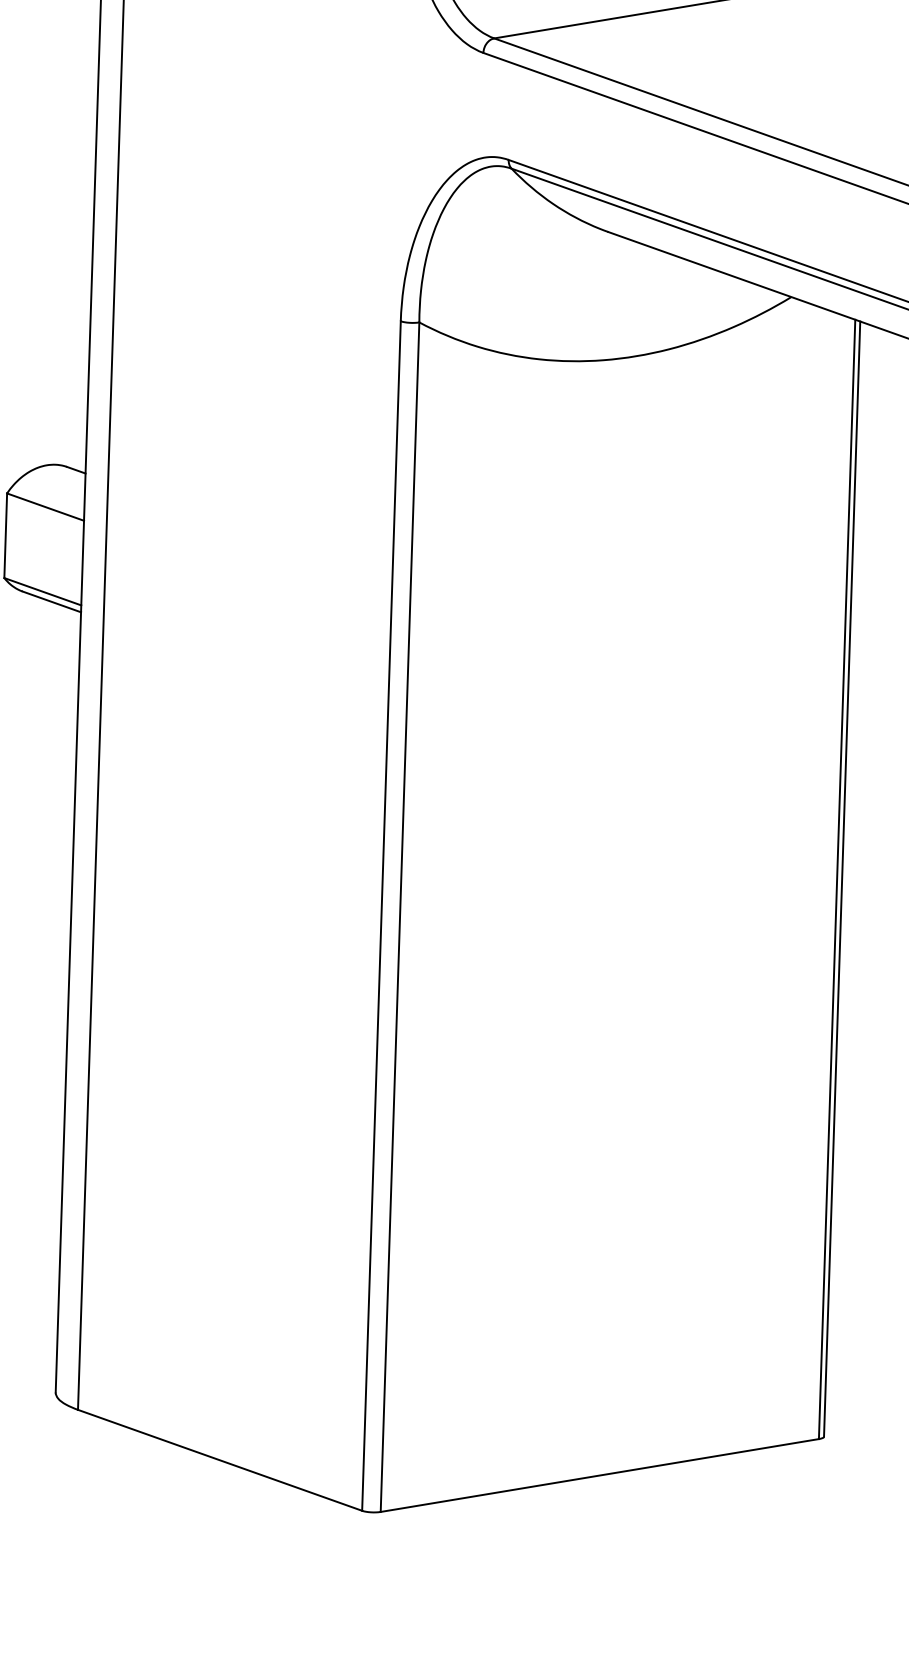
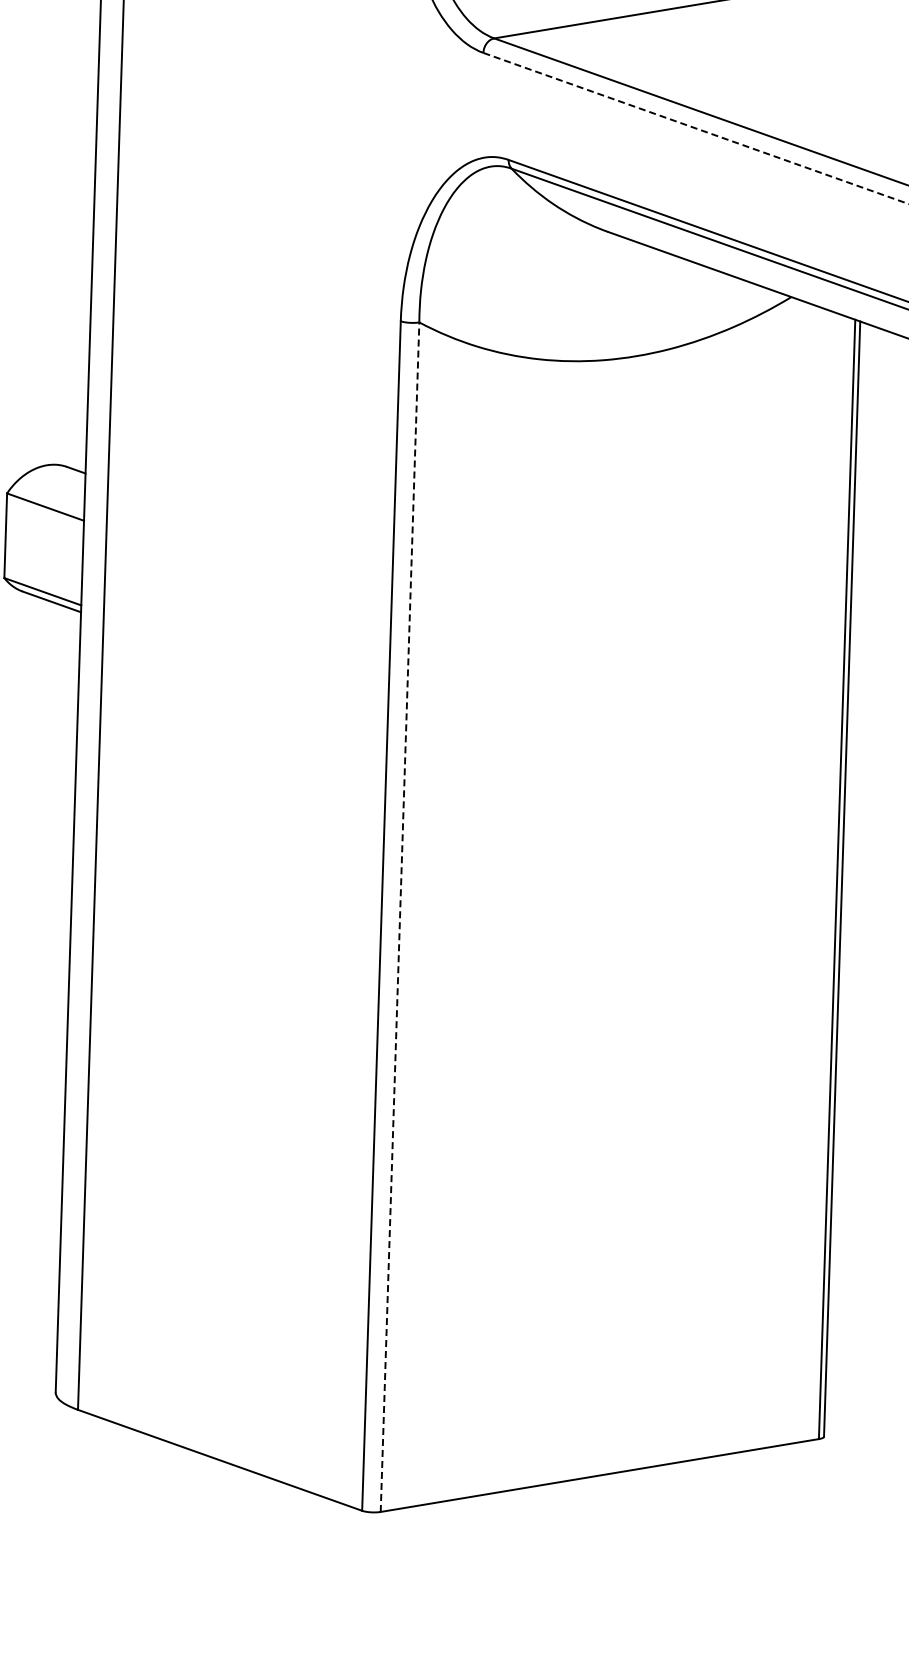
line at (696, 128): solid -> dashed
line at (400, 916): solid -> dashed
